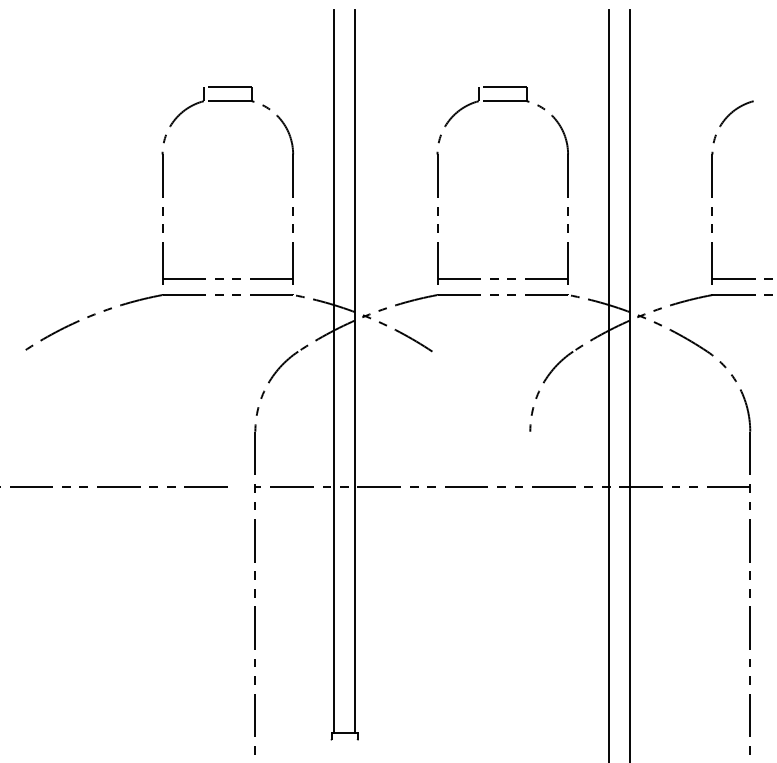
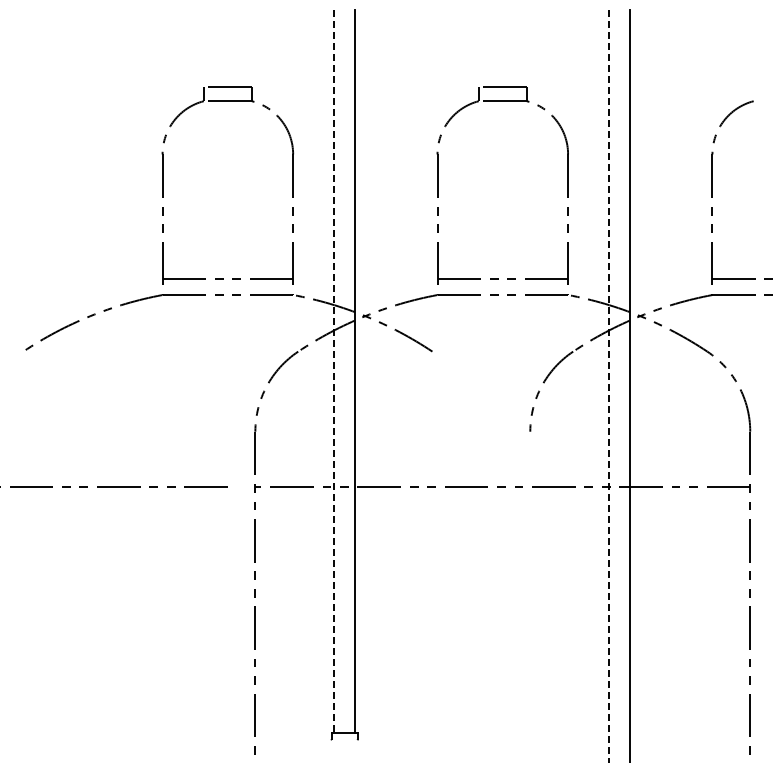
line at (334, 371): solid -> dashed
line at (609, 386): solid -> dashed
